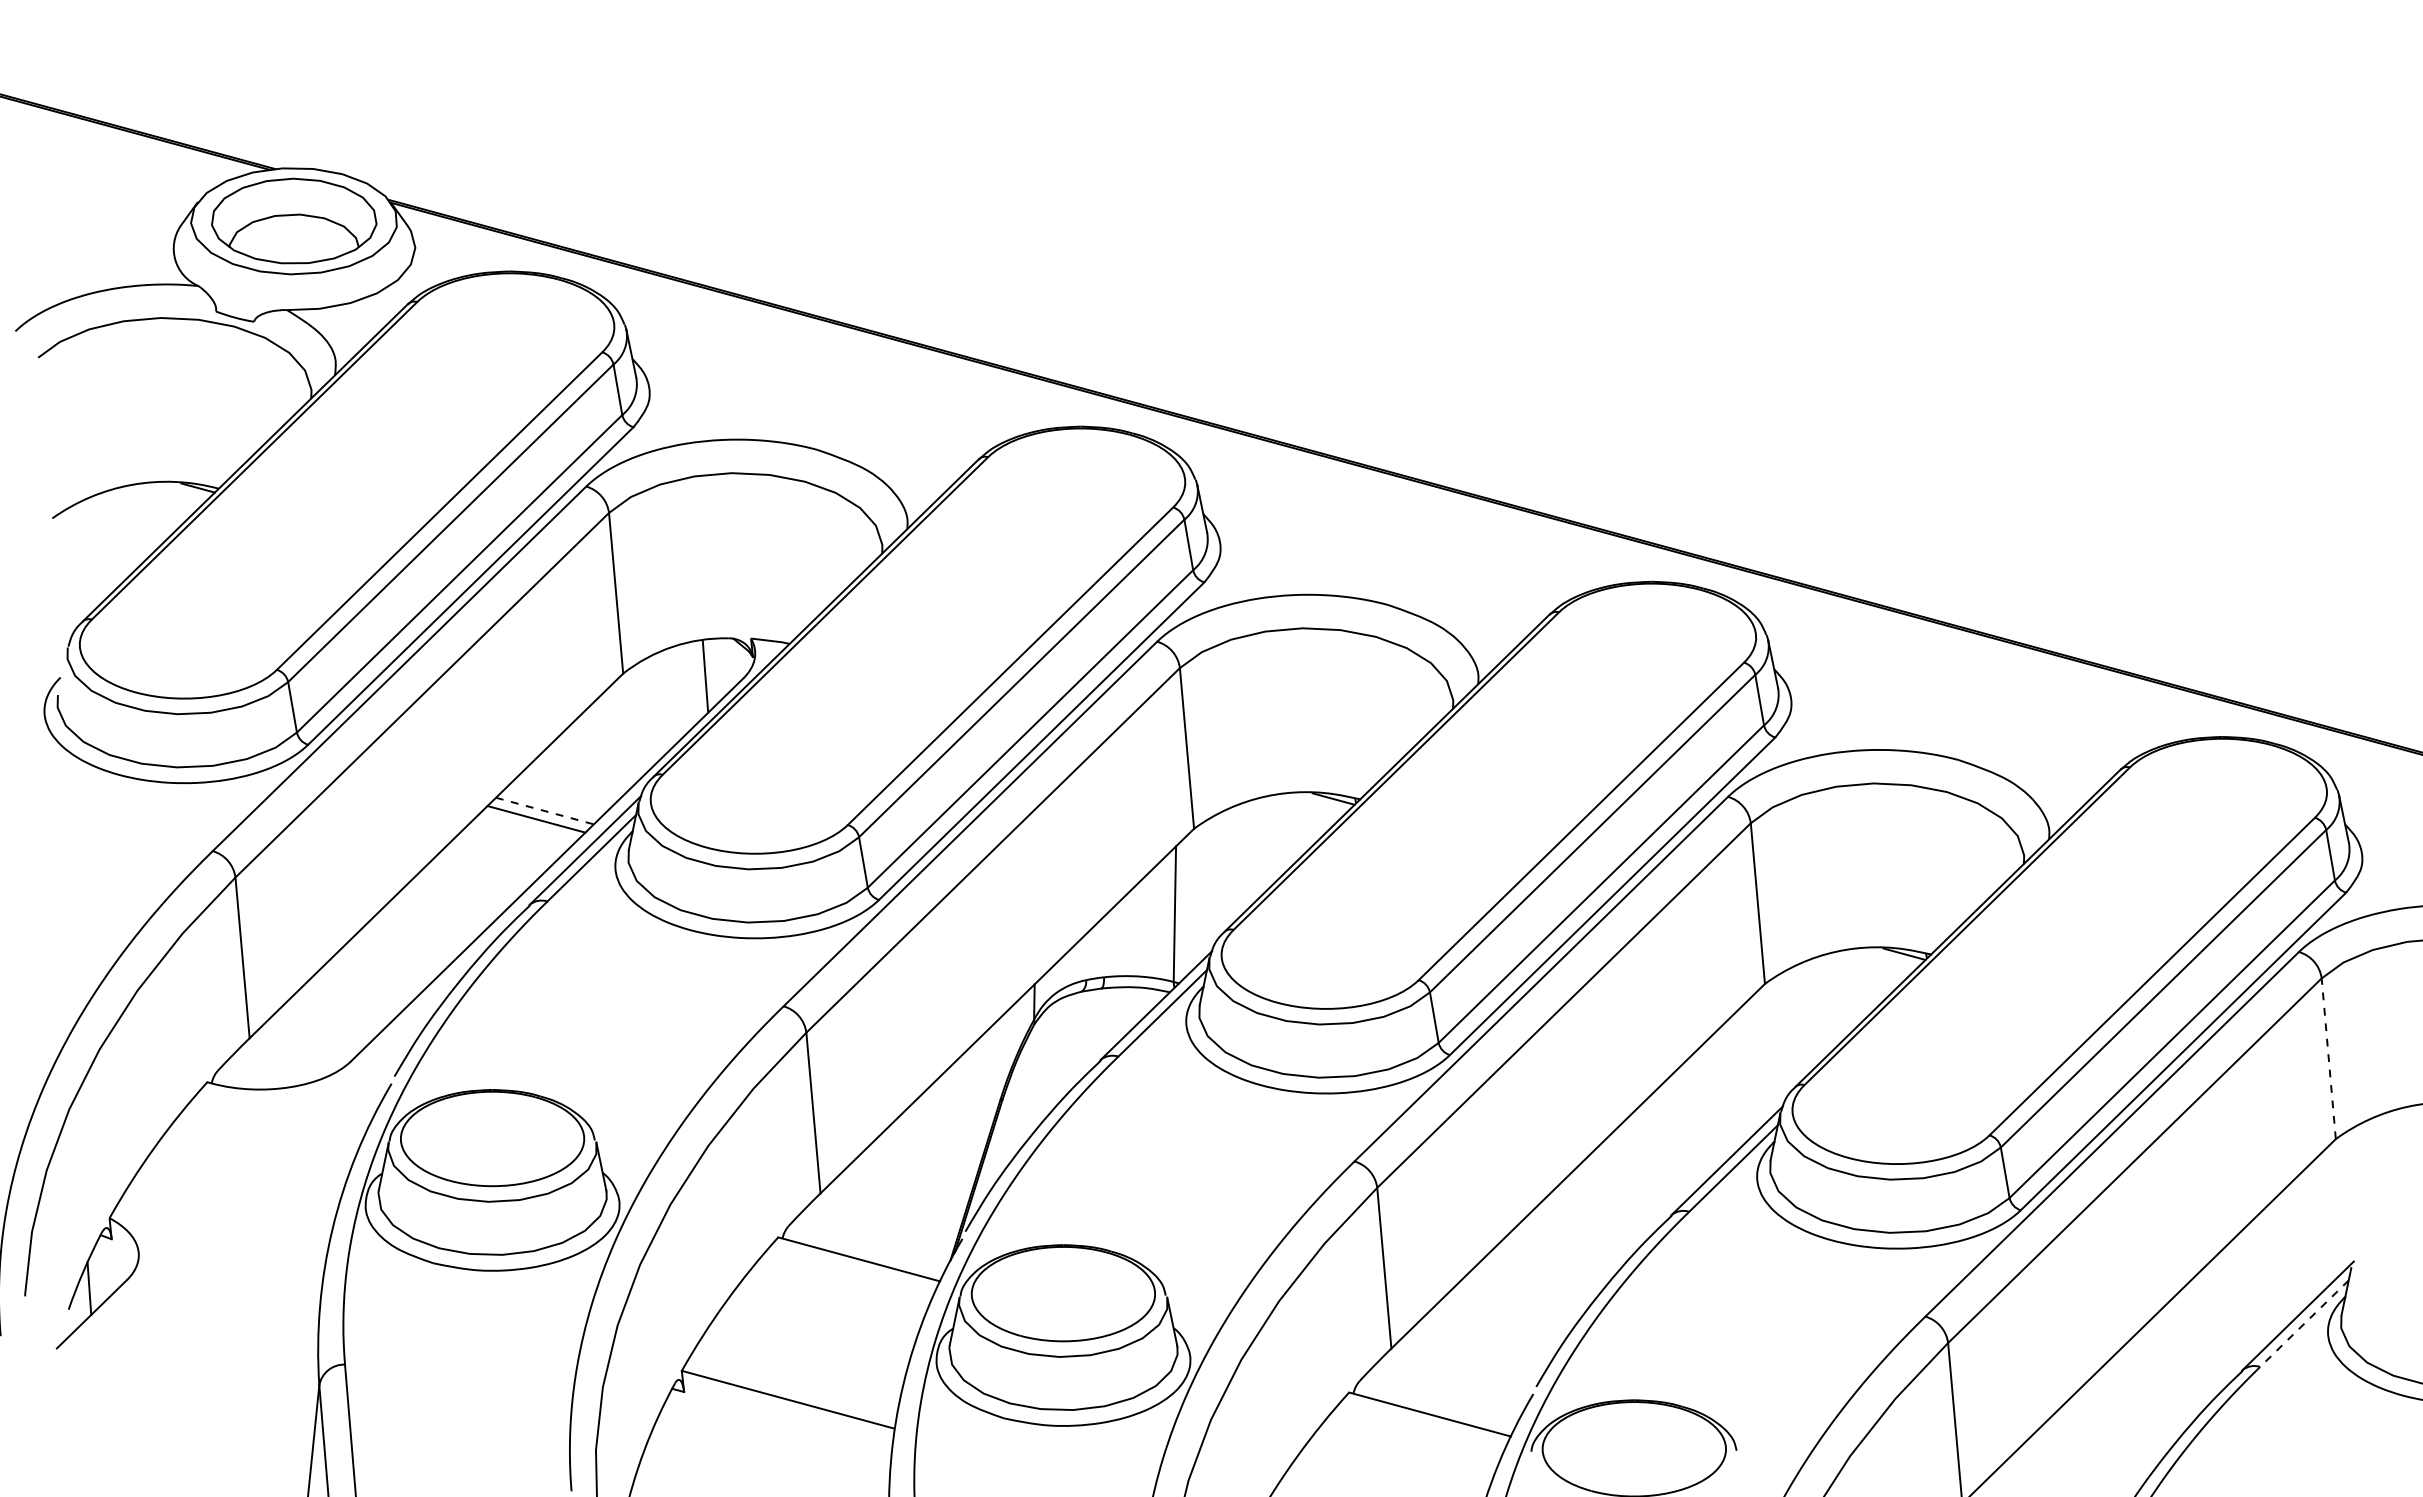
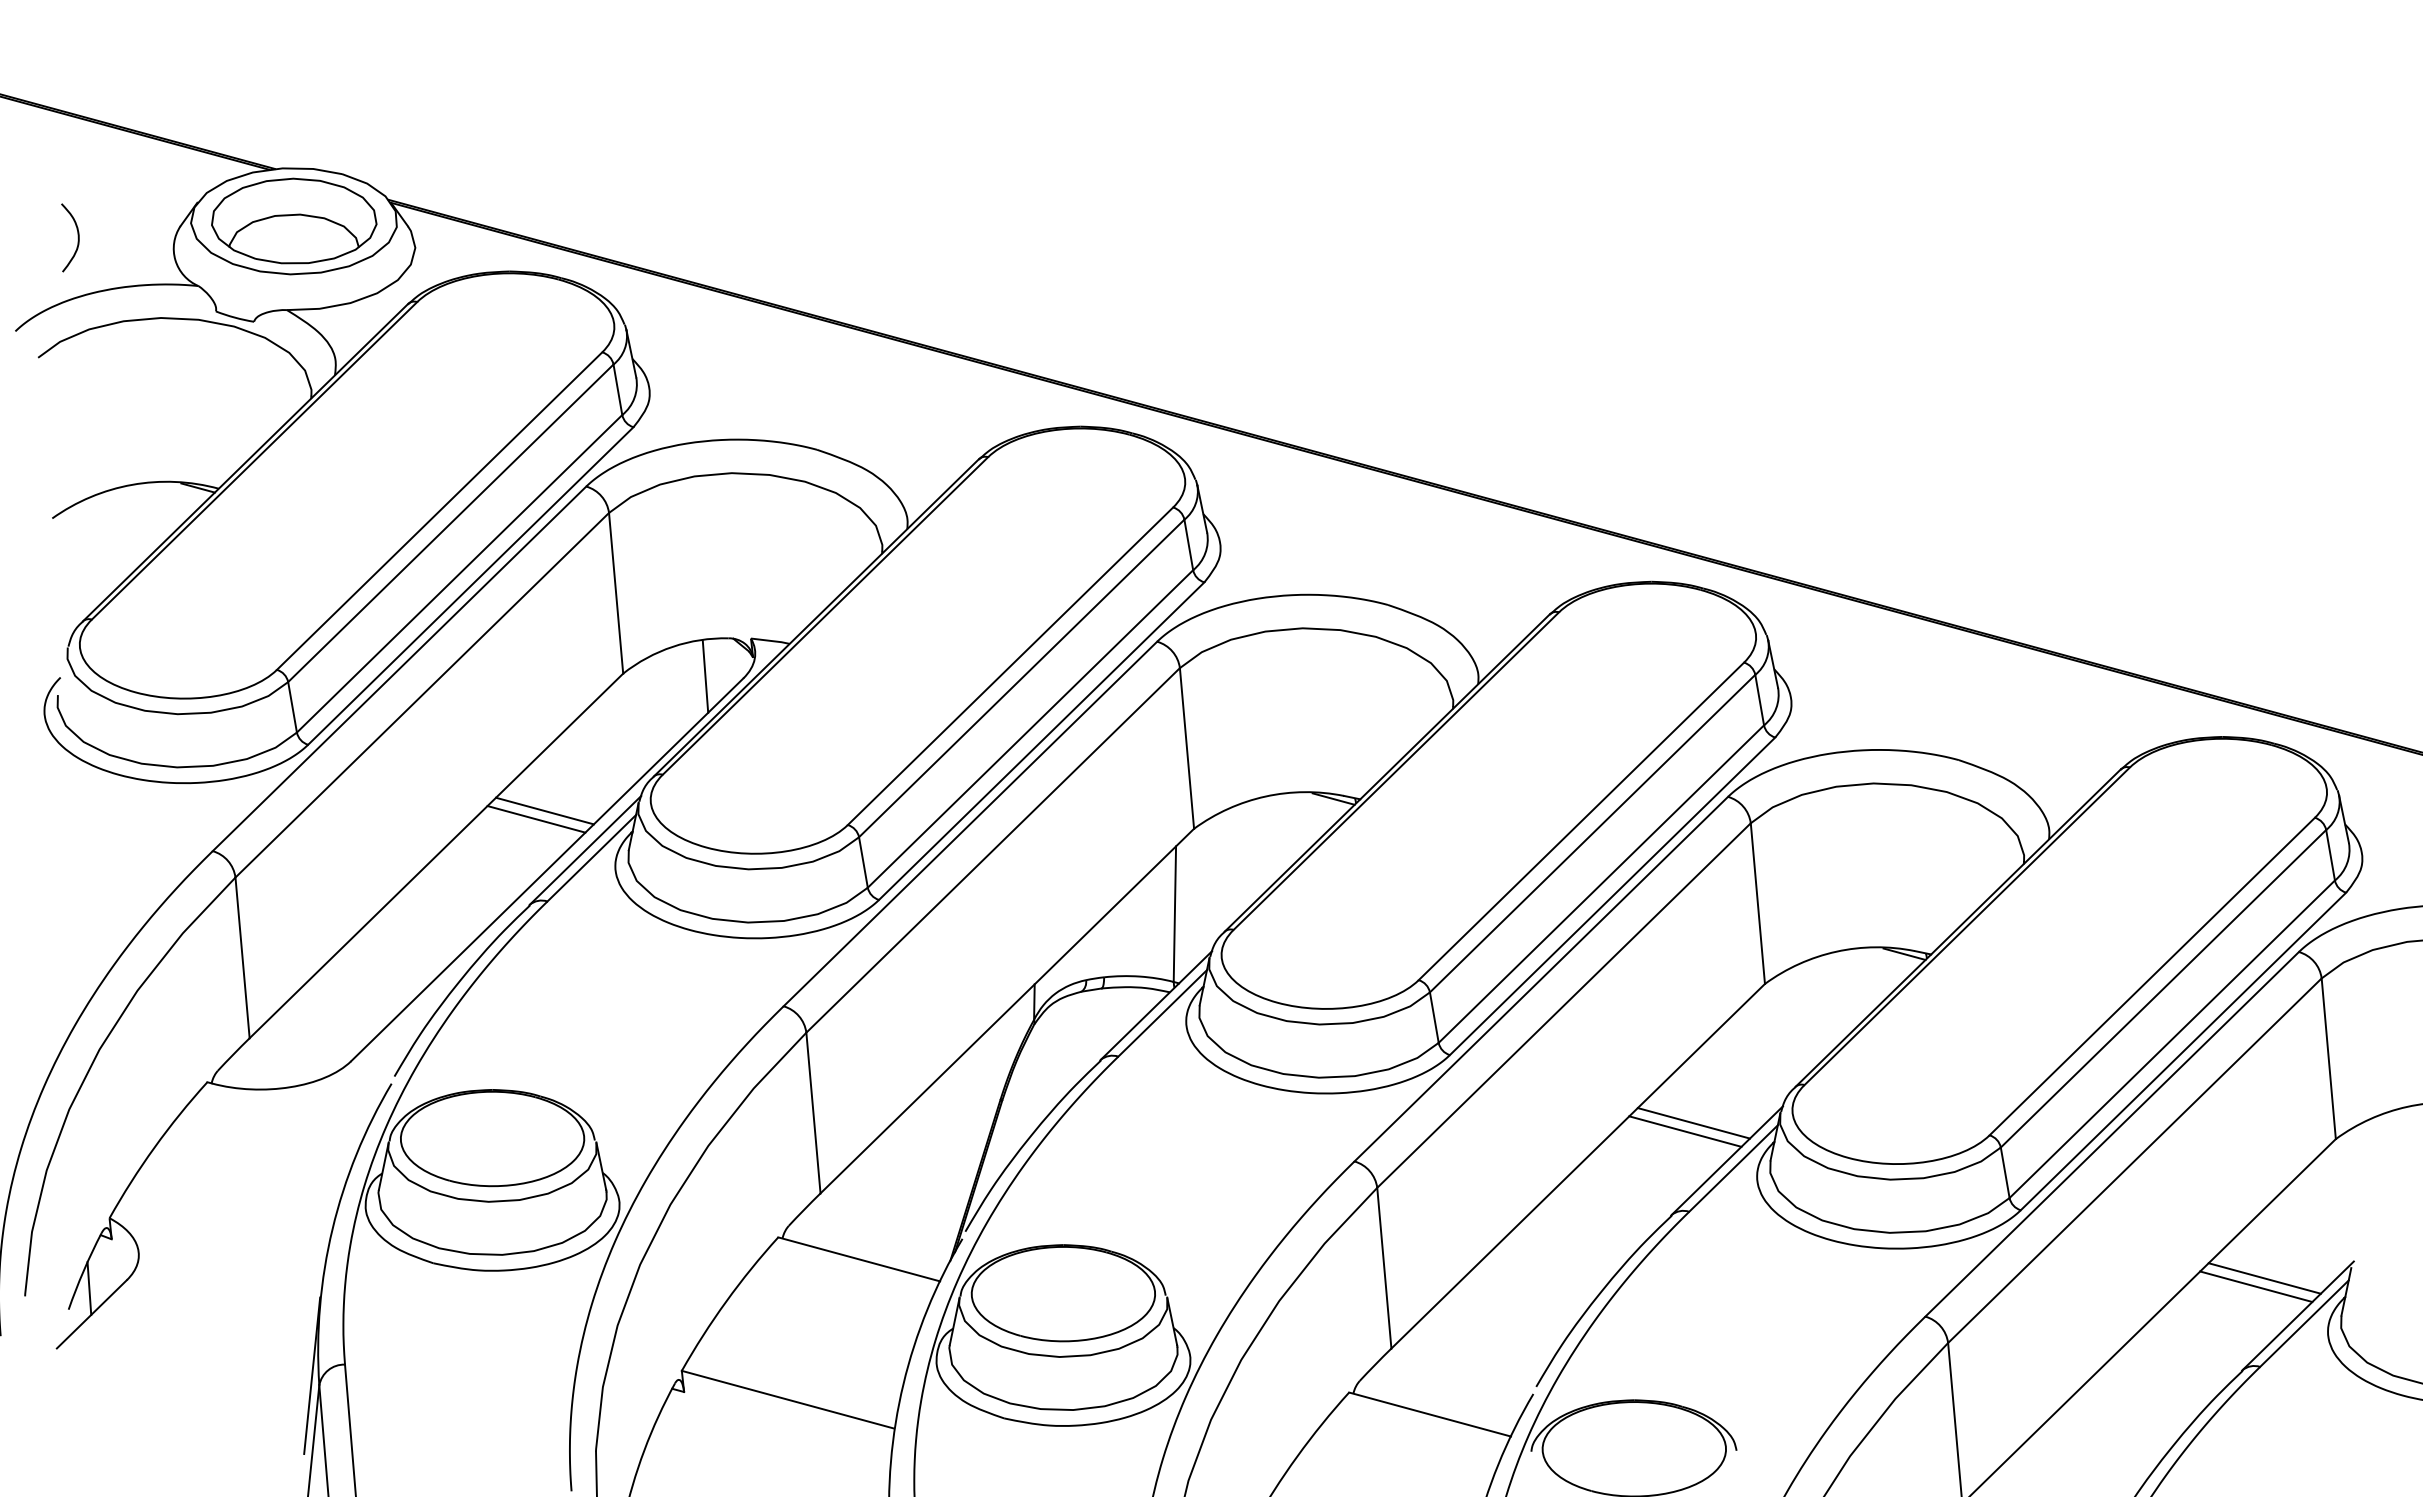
curve at (77, 237): none -> present
line at (544, 811): dashed -> solid
line at (2328, 1058): dashed -> solid
line at (1693, 1123): none -> present
line at (1685, 1131): none -> present
line at (2264, 1278): none -> present
line at (2256, 1286): none -> present
line at (2304, 1323): dashed -> solid
line at (312, 1375): none -> present
